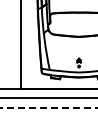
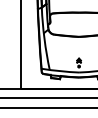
line at (49, 107): dashed -> solid
